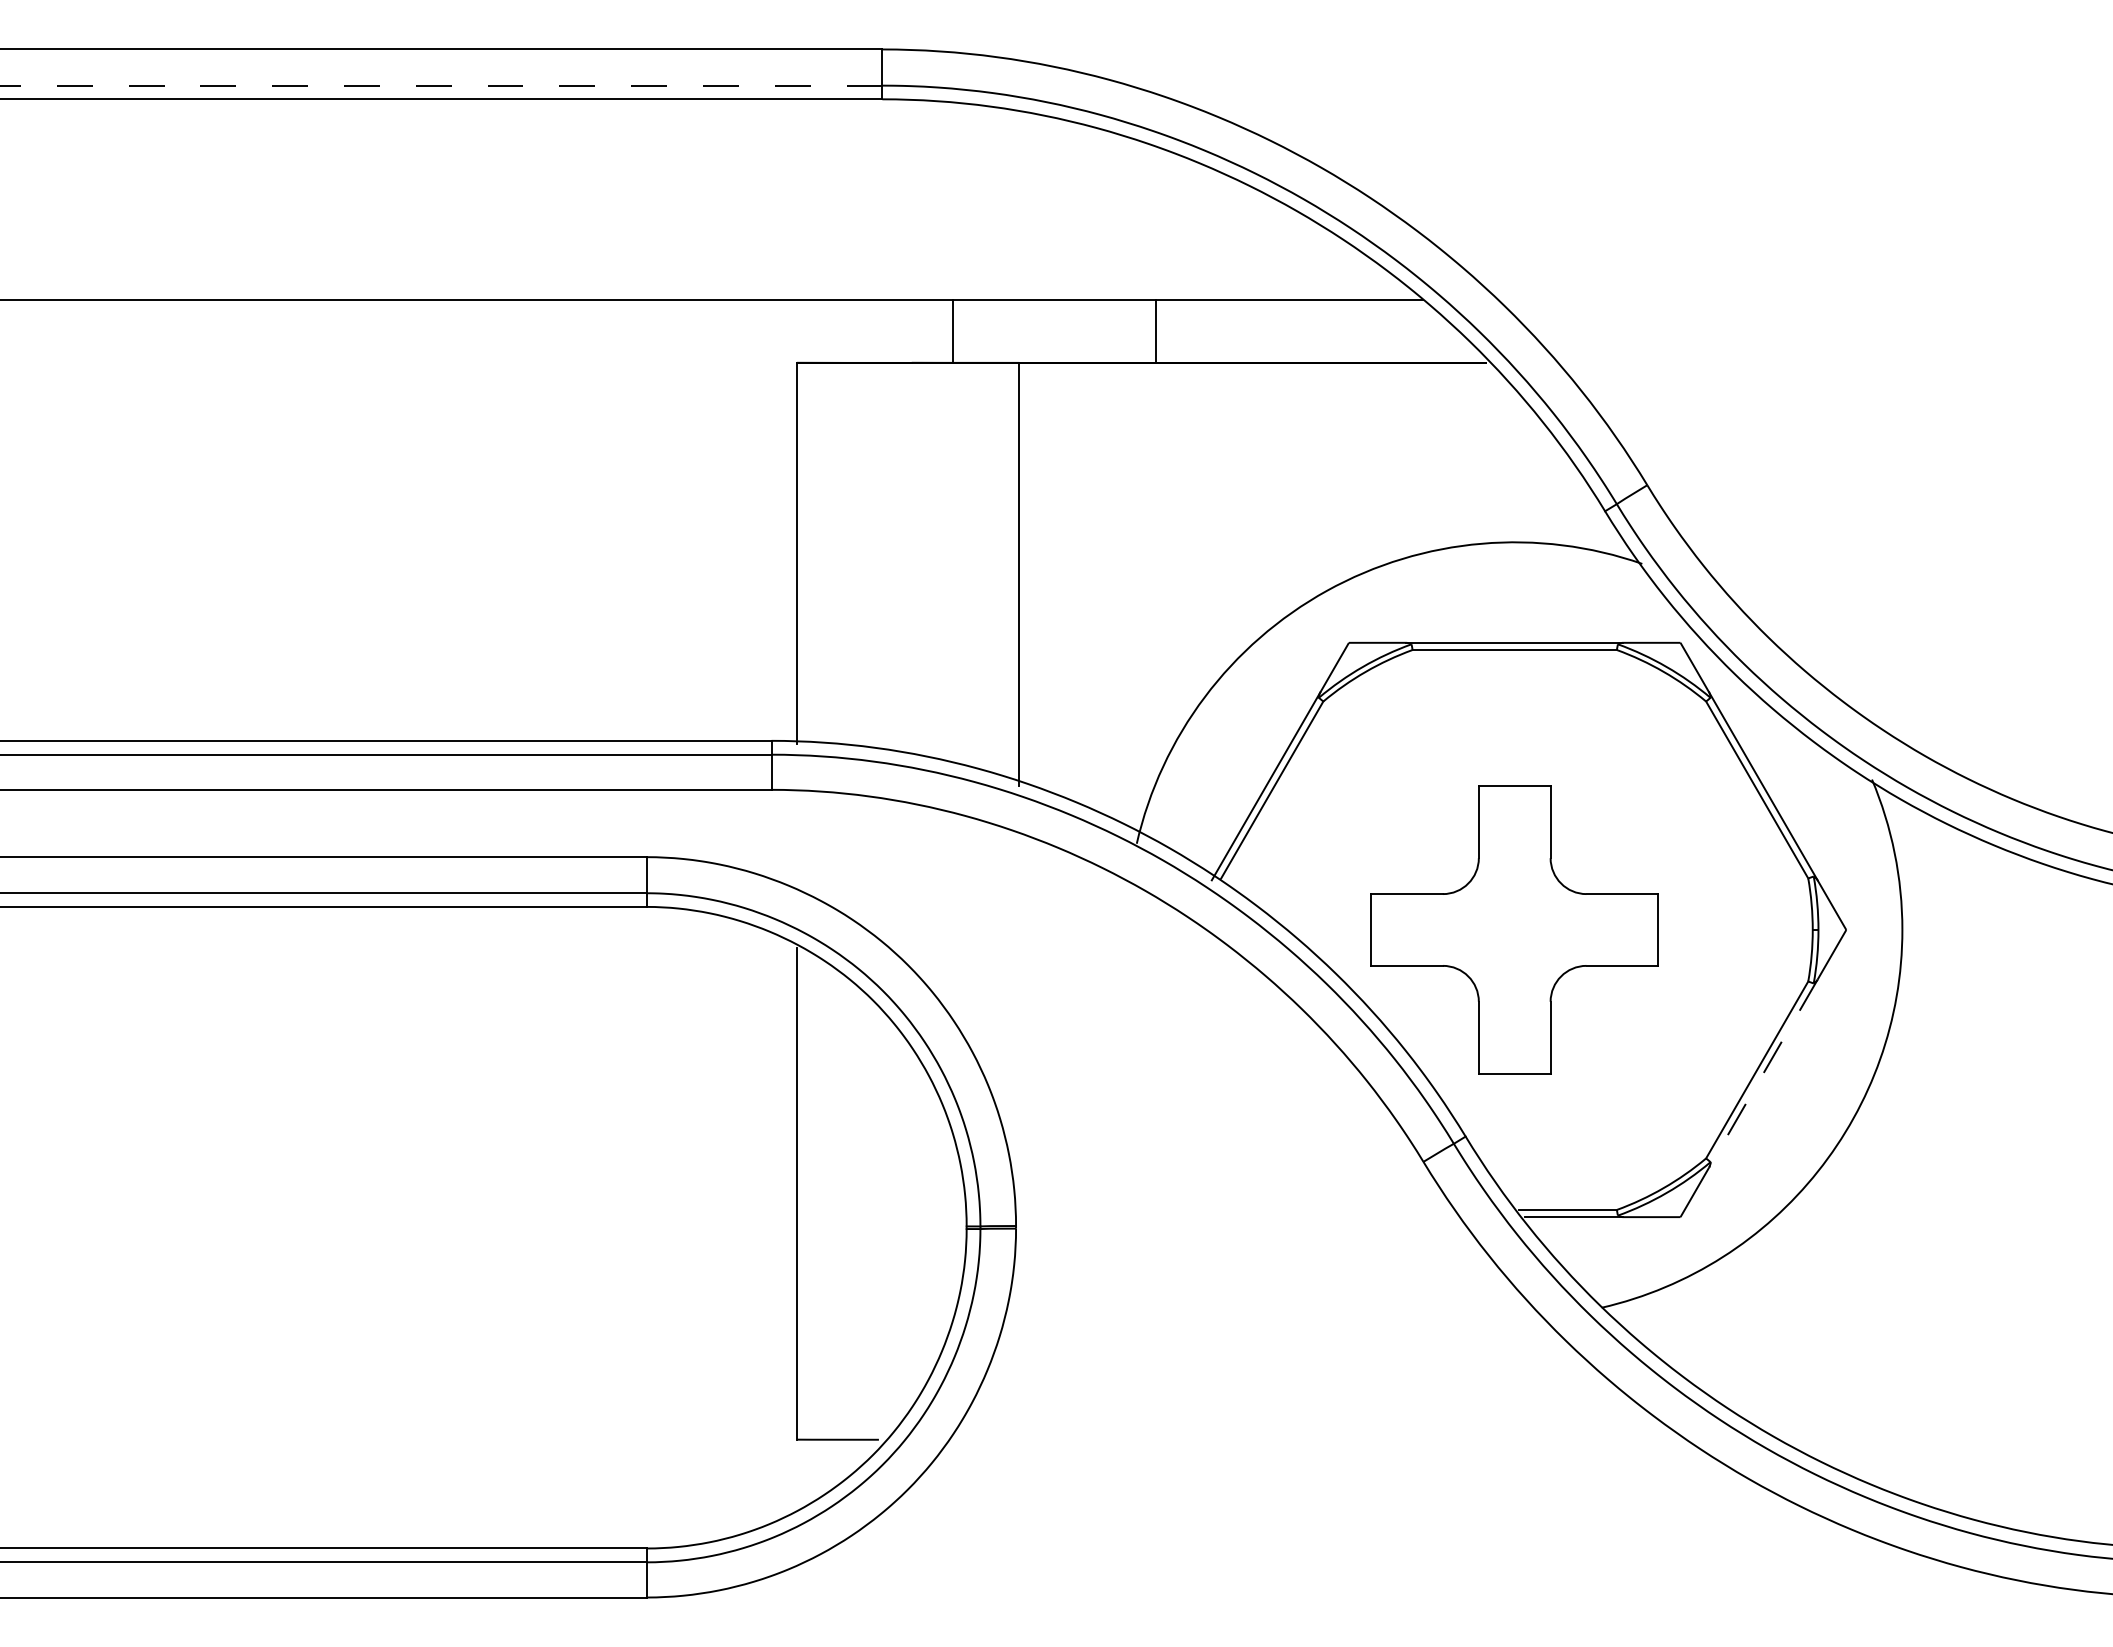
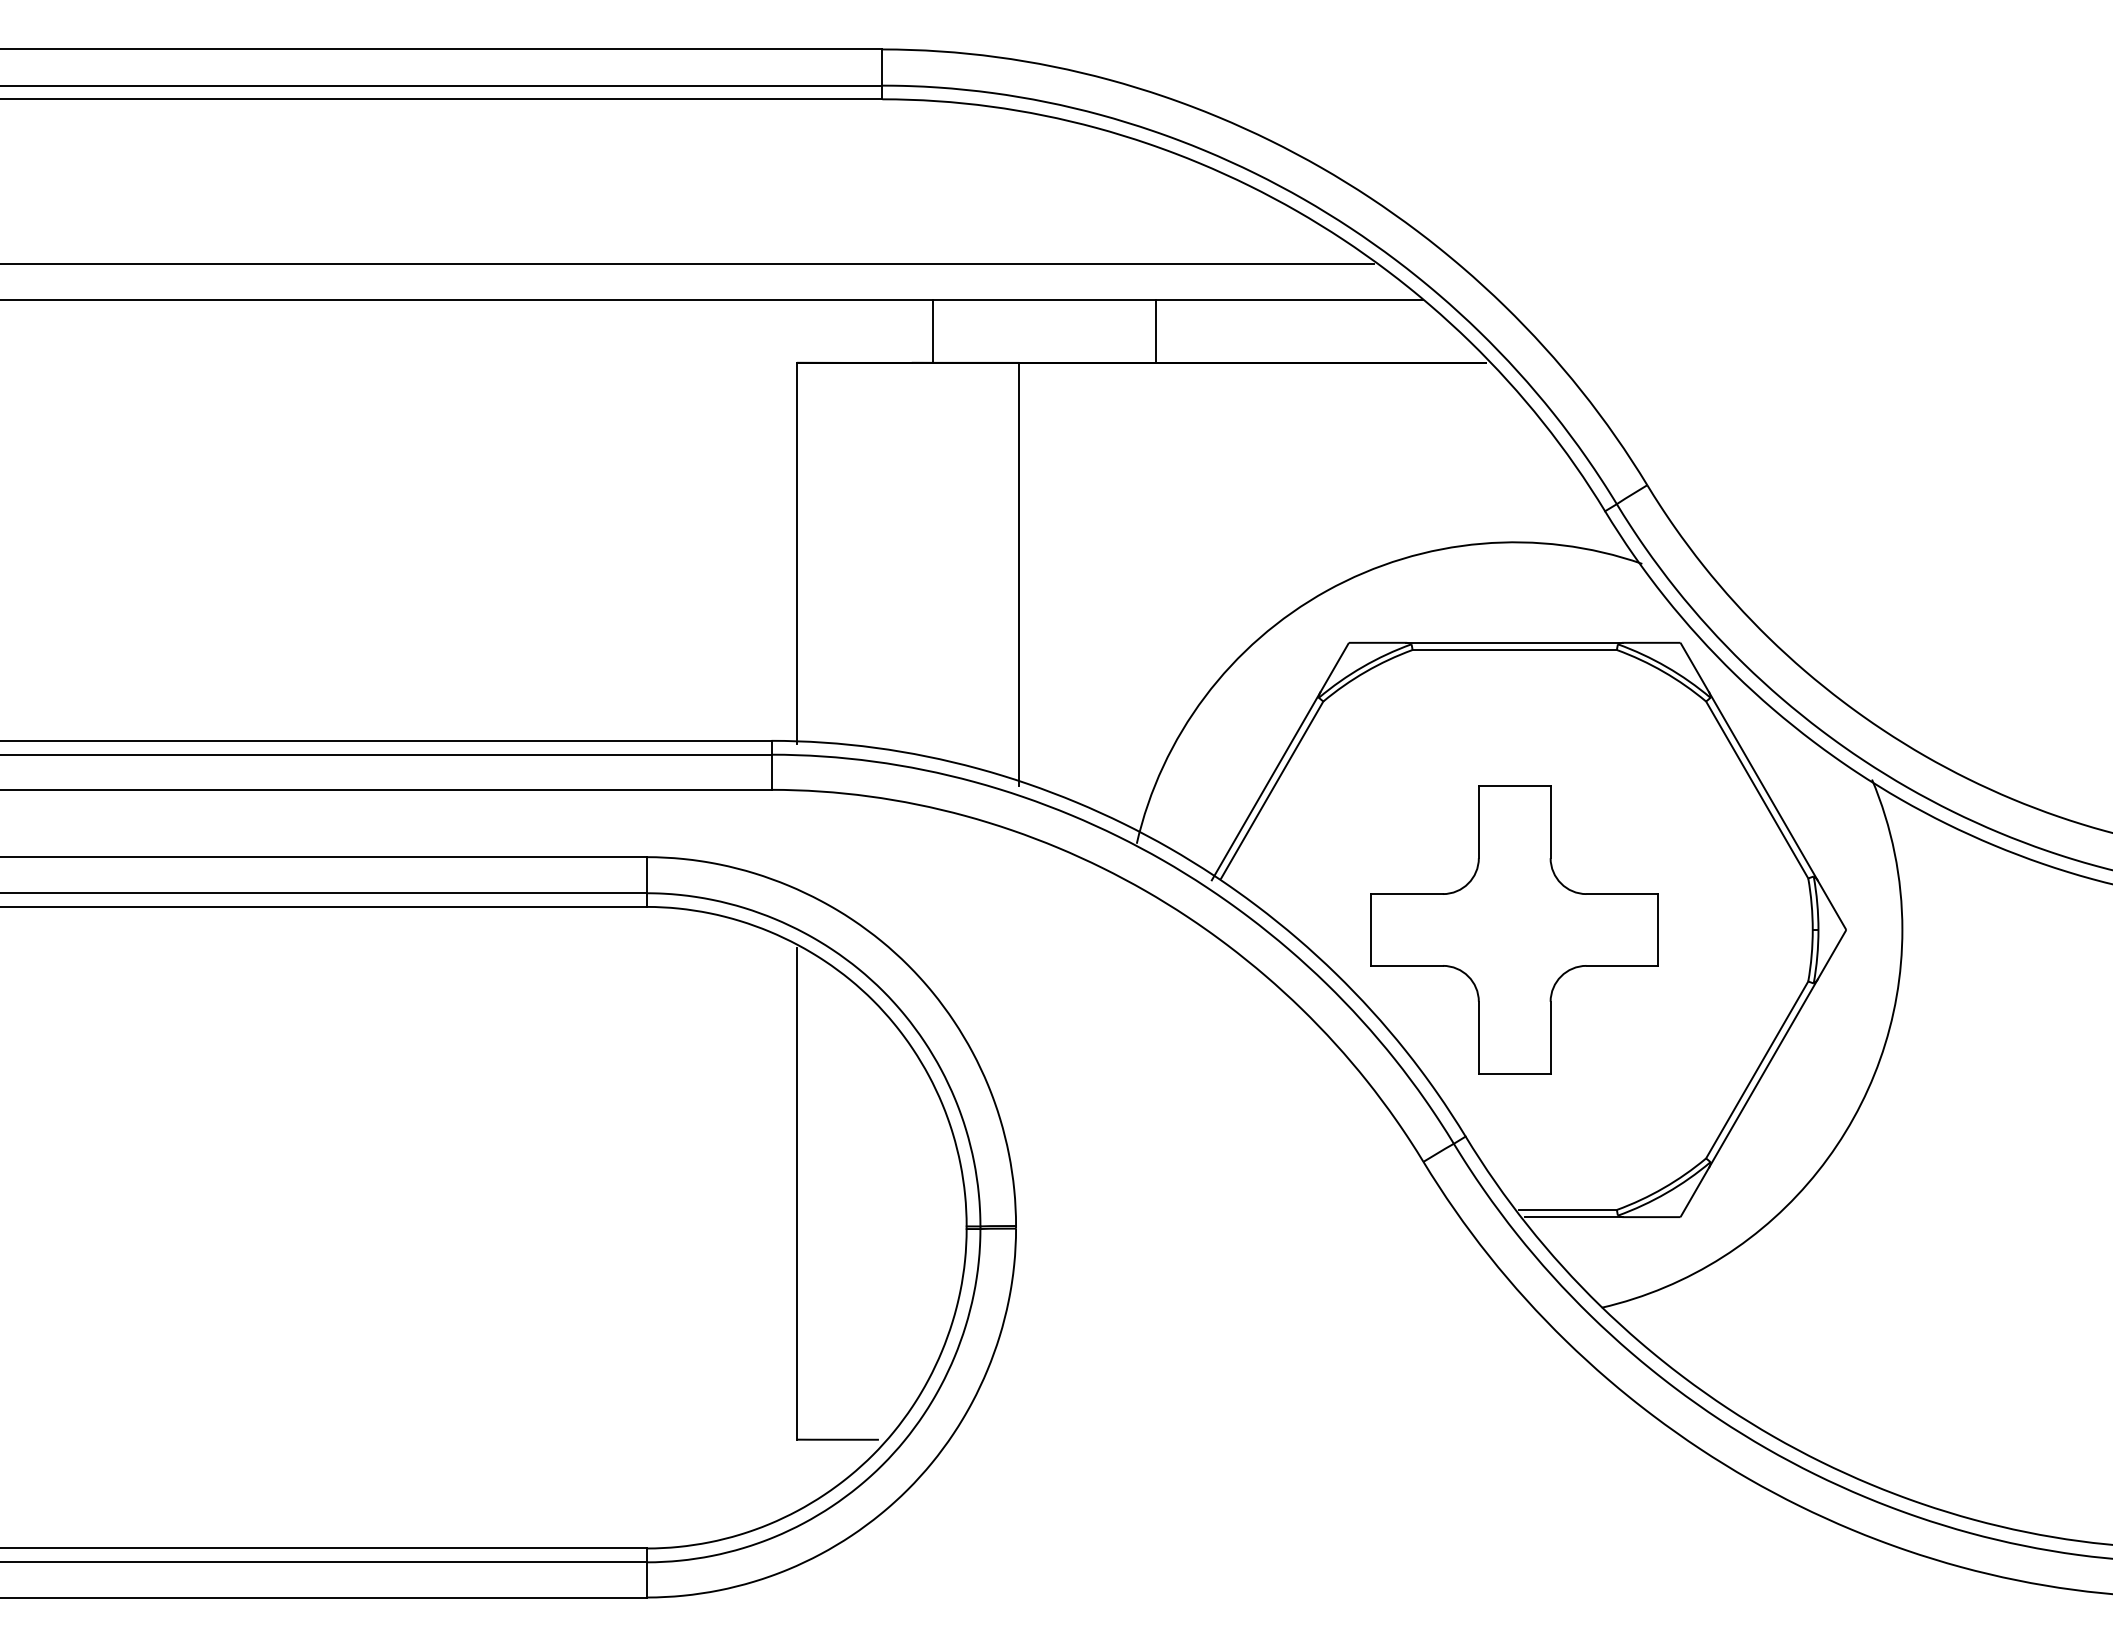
line at (441, 85): dashed -> solid
line at (687, 264): none -> present
line at (953, 330) position: (953, 330) -> (933, 330)
line at (1763, 1073): dashed -> solid
